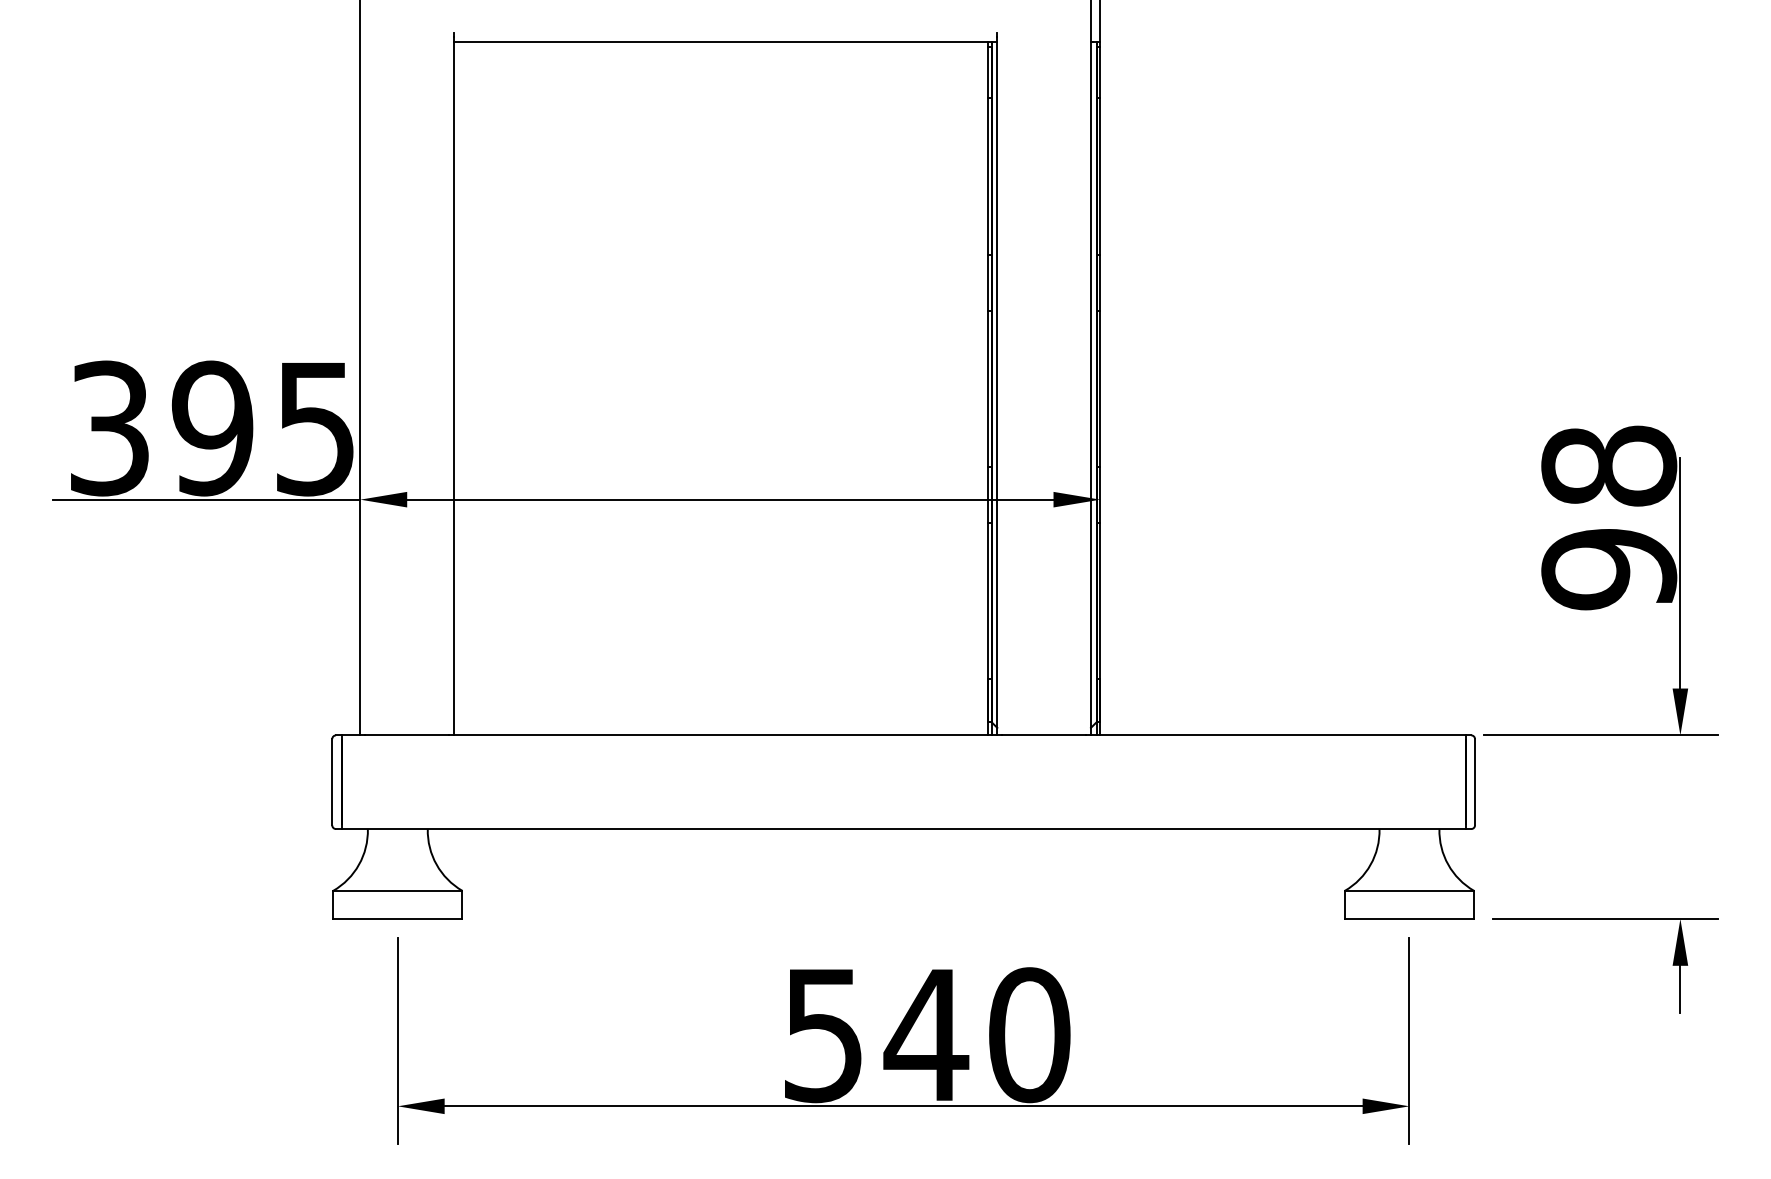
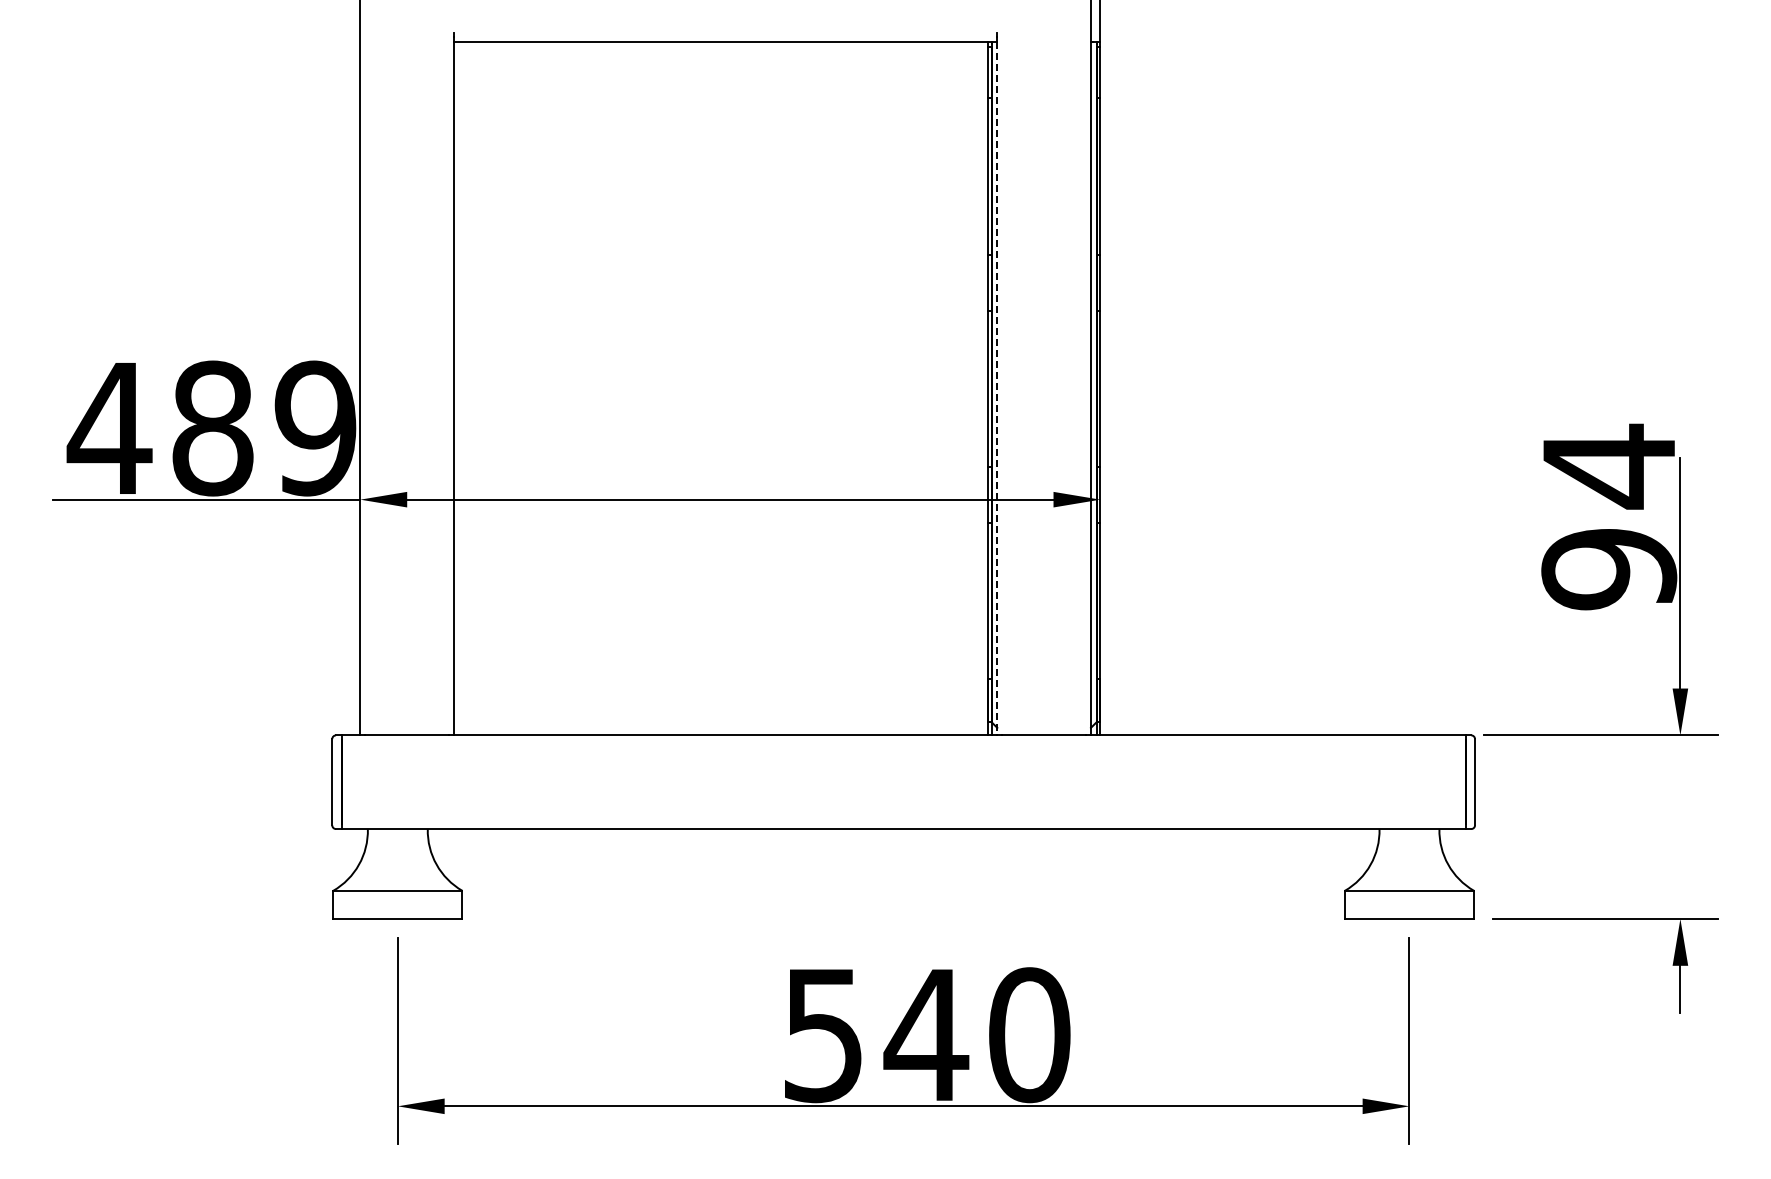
line at (997, 388): solid -> dashed
text at (211, 428): 395 -> 489
text at (1609, 466): 98 -> 94
